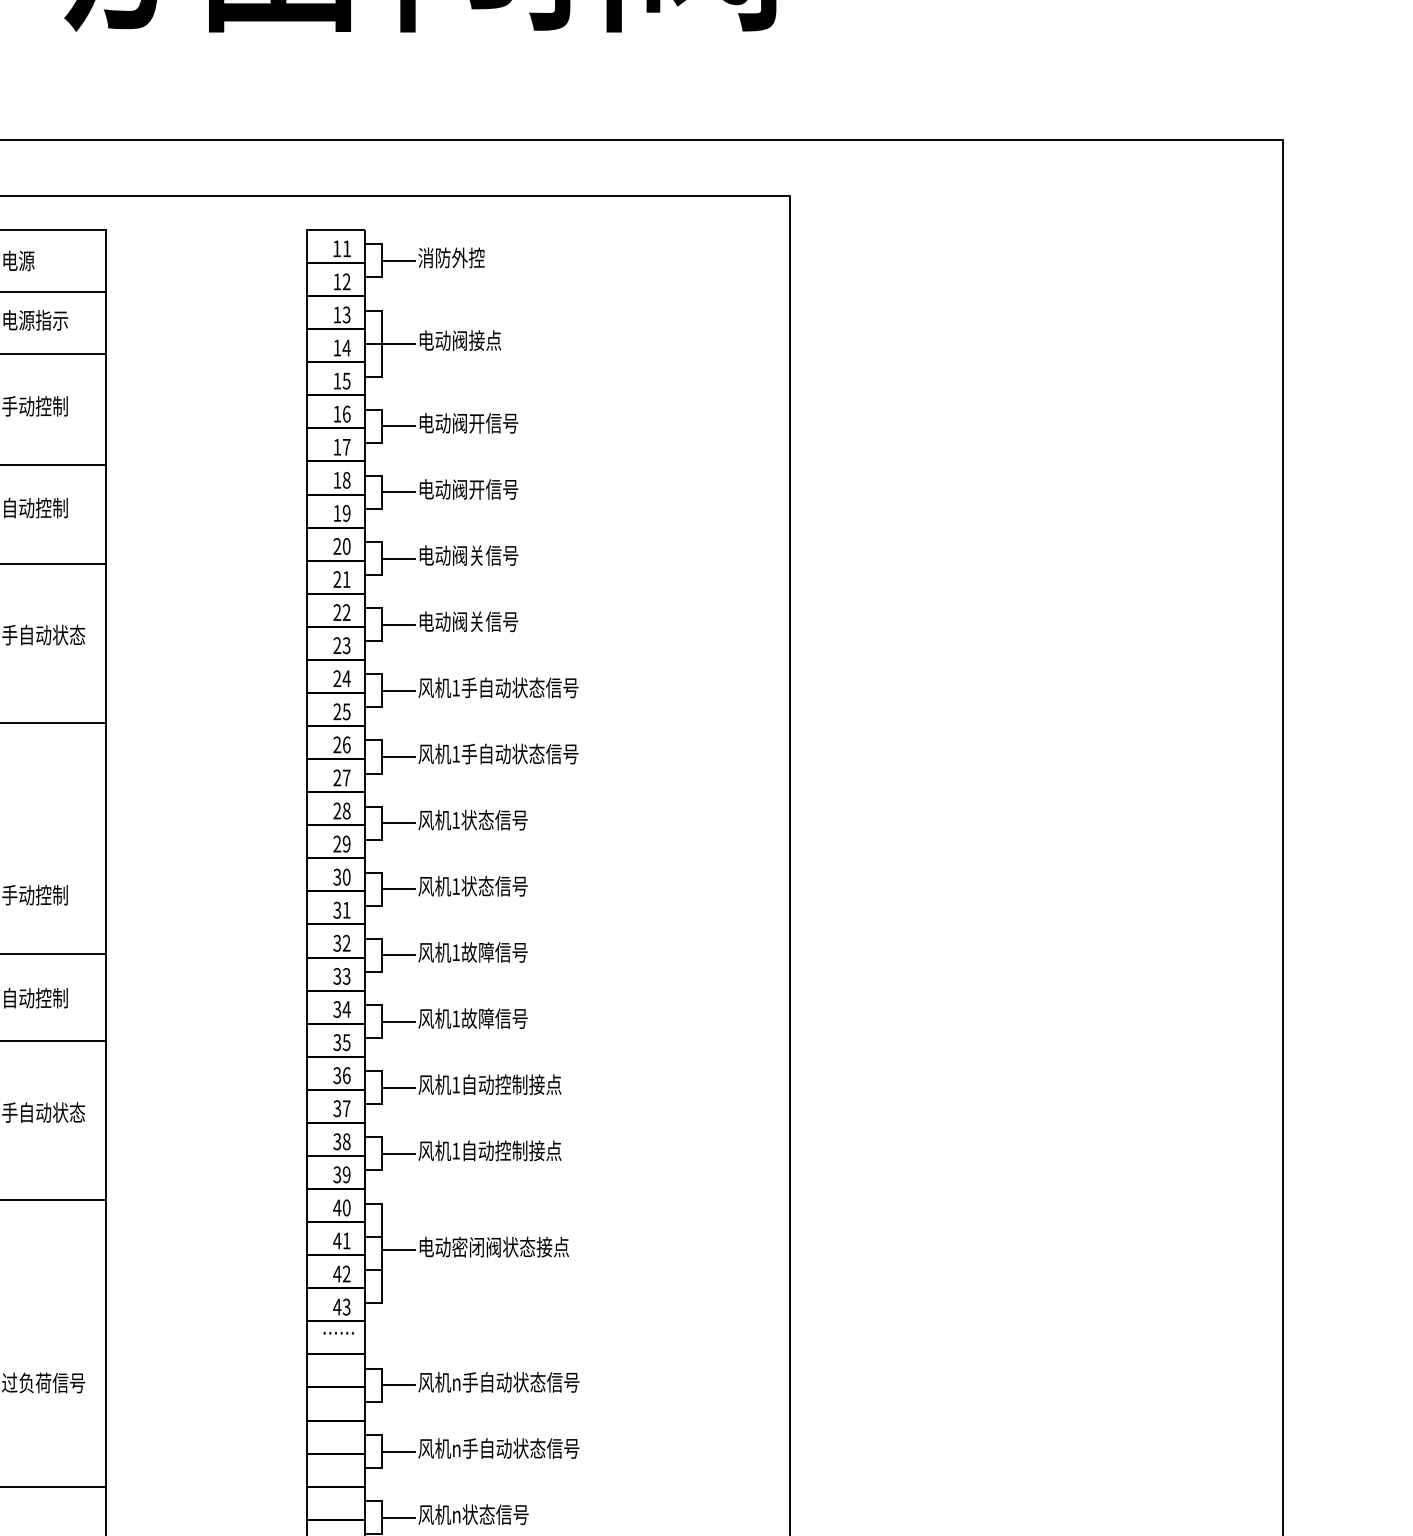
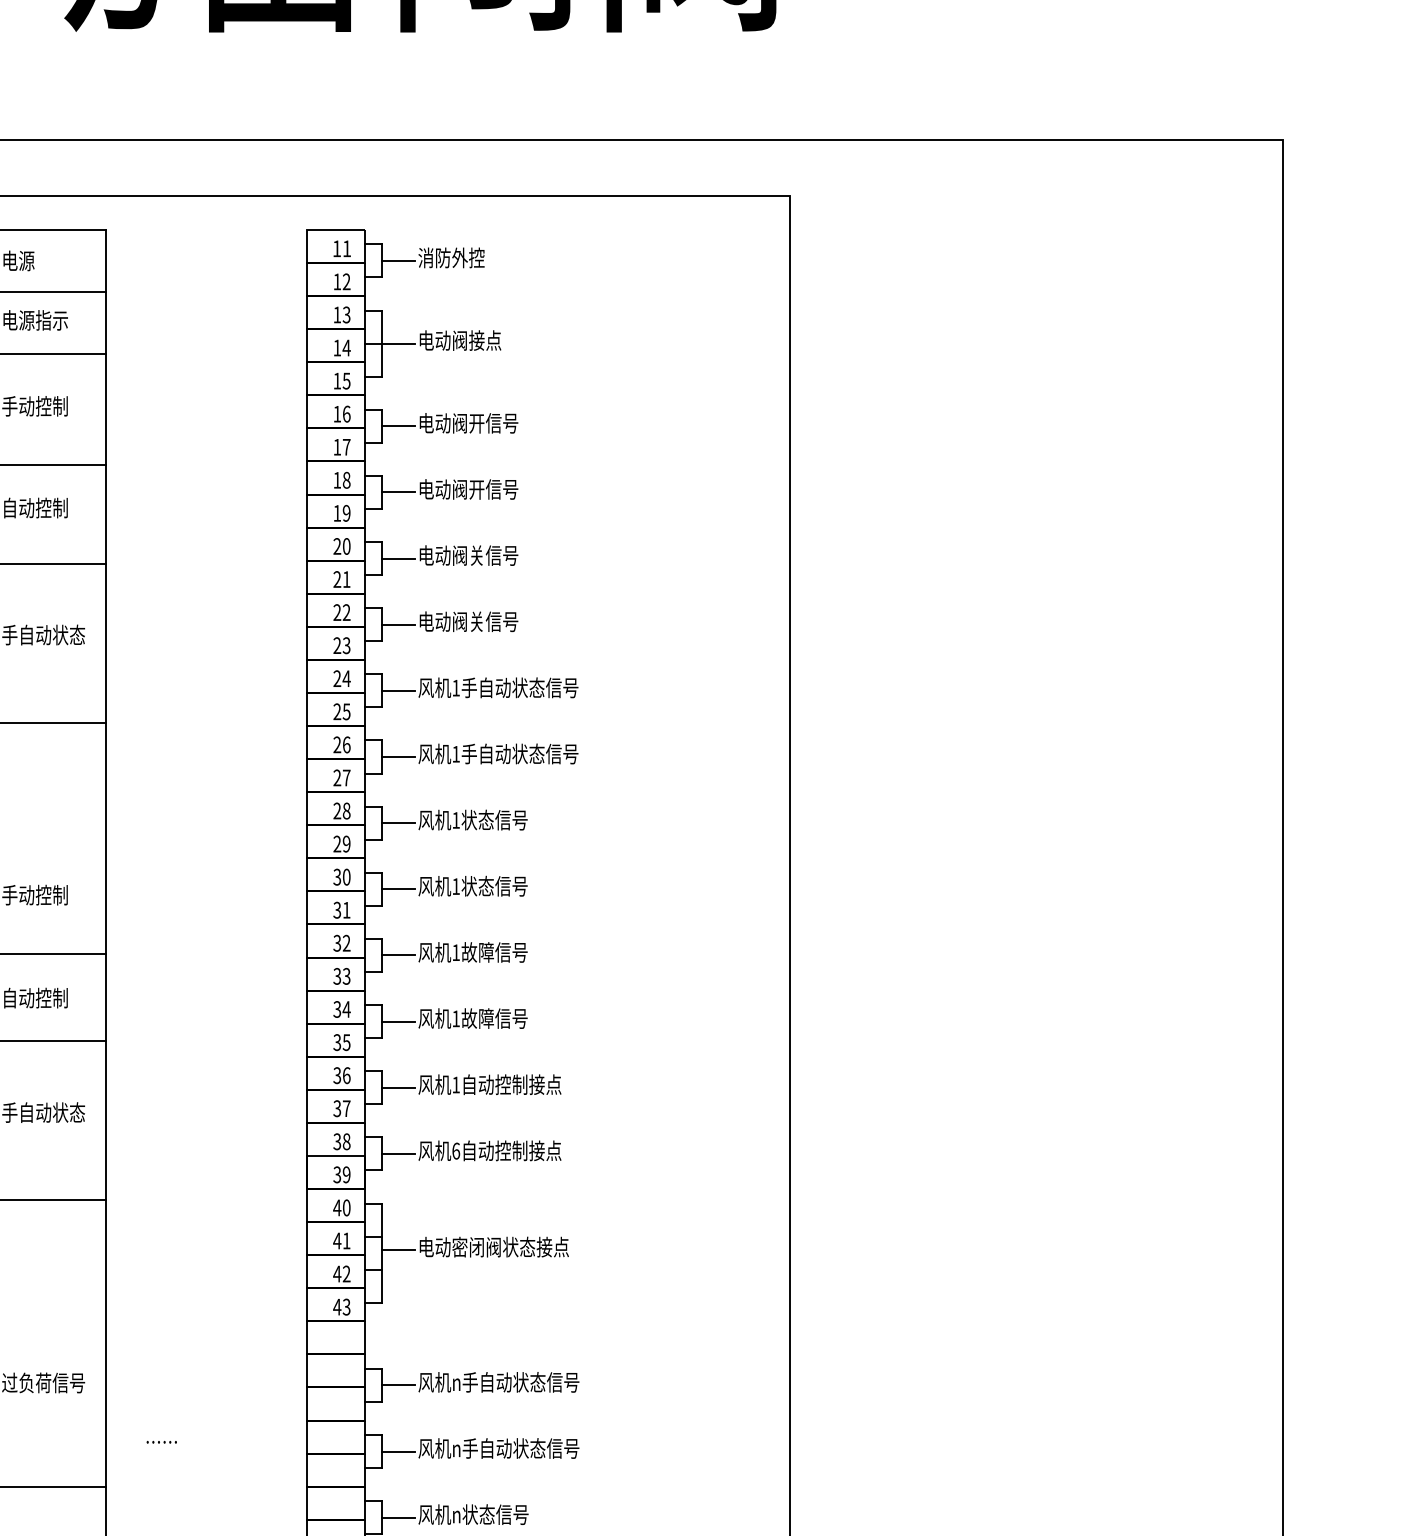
text at (456, 1150): 1 -> 6
text at (338, 1333) position: (338, 1333) -> (161, 1442)
